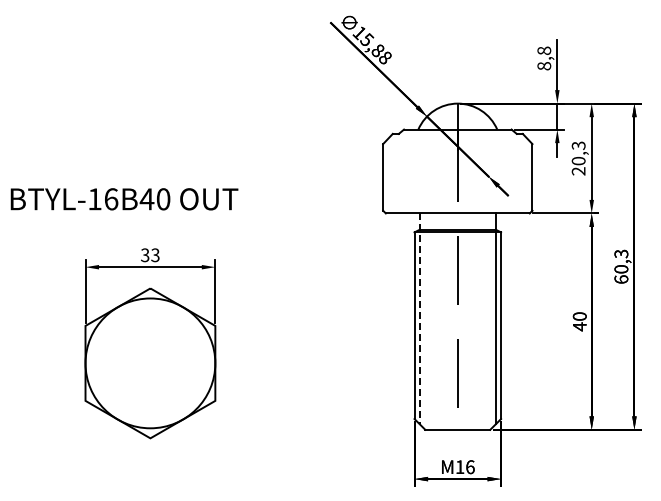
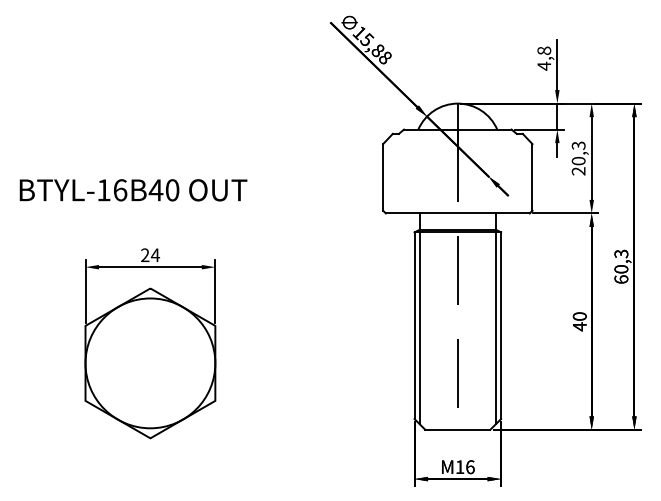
text at (544, 65): 8,8 -> 4,8
text at (124, 199) position: (124, 199) -> (133, 190)
text at (150, 255): 33 -> 24
line at (419, 319): dashed -> solid
